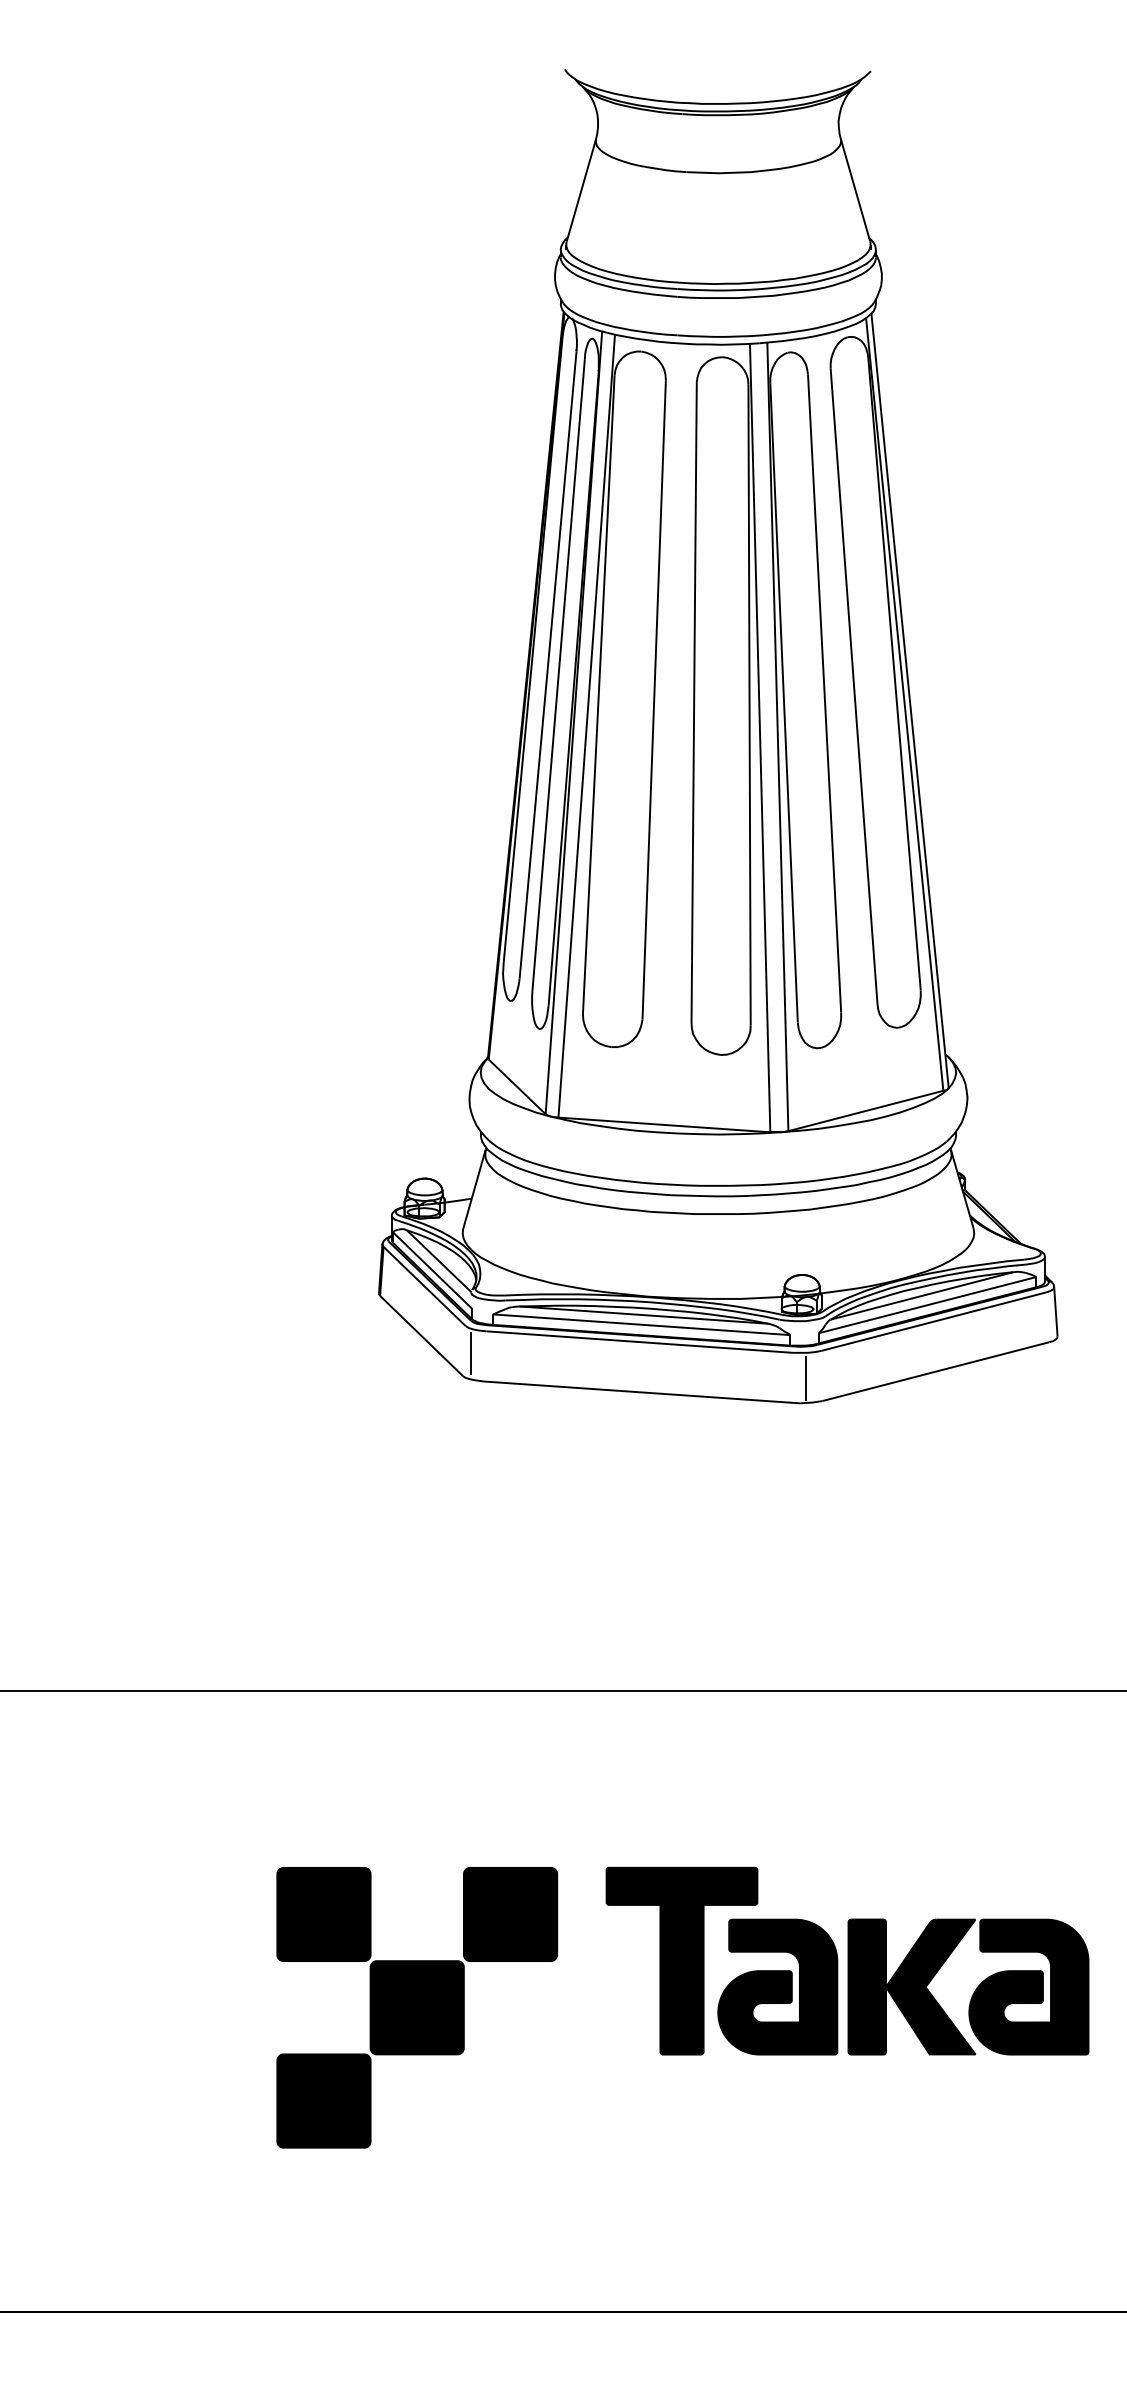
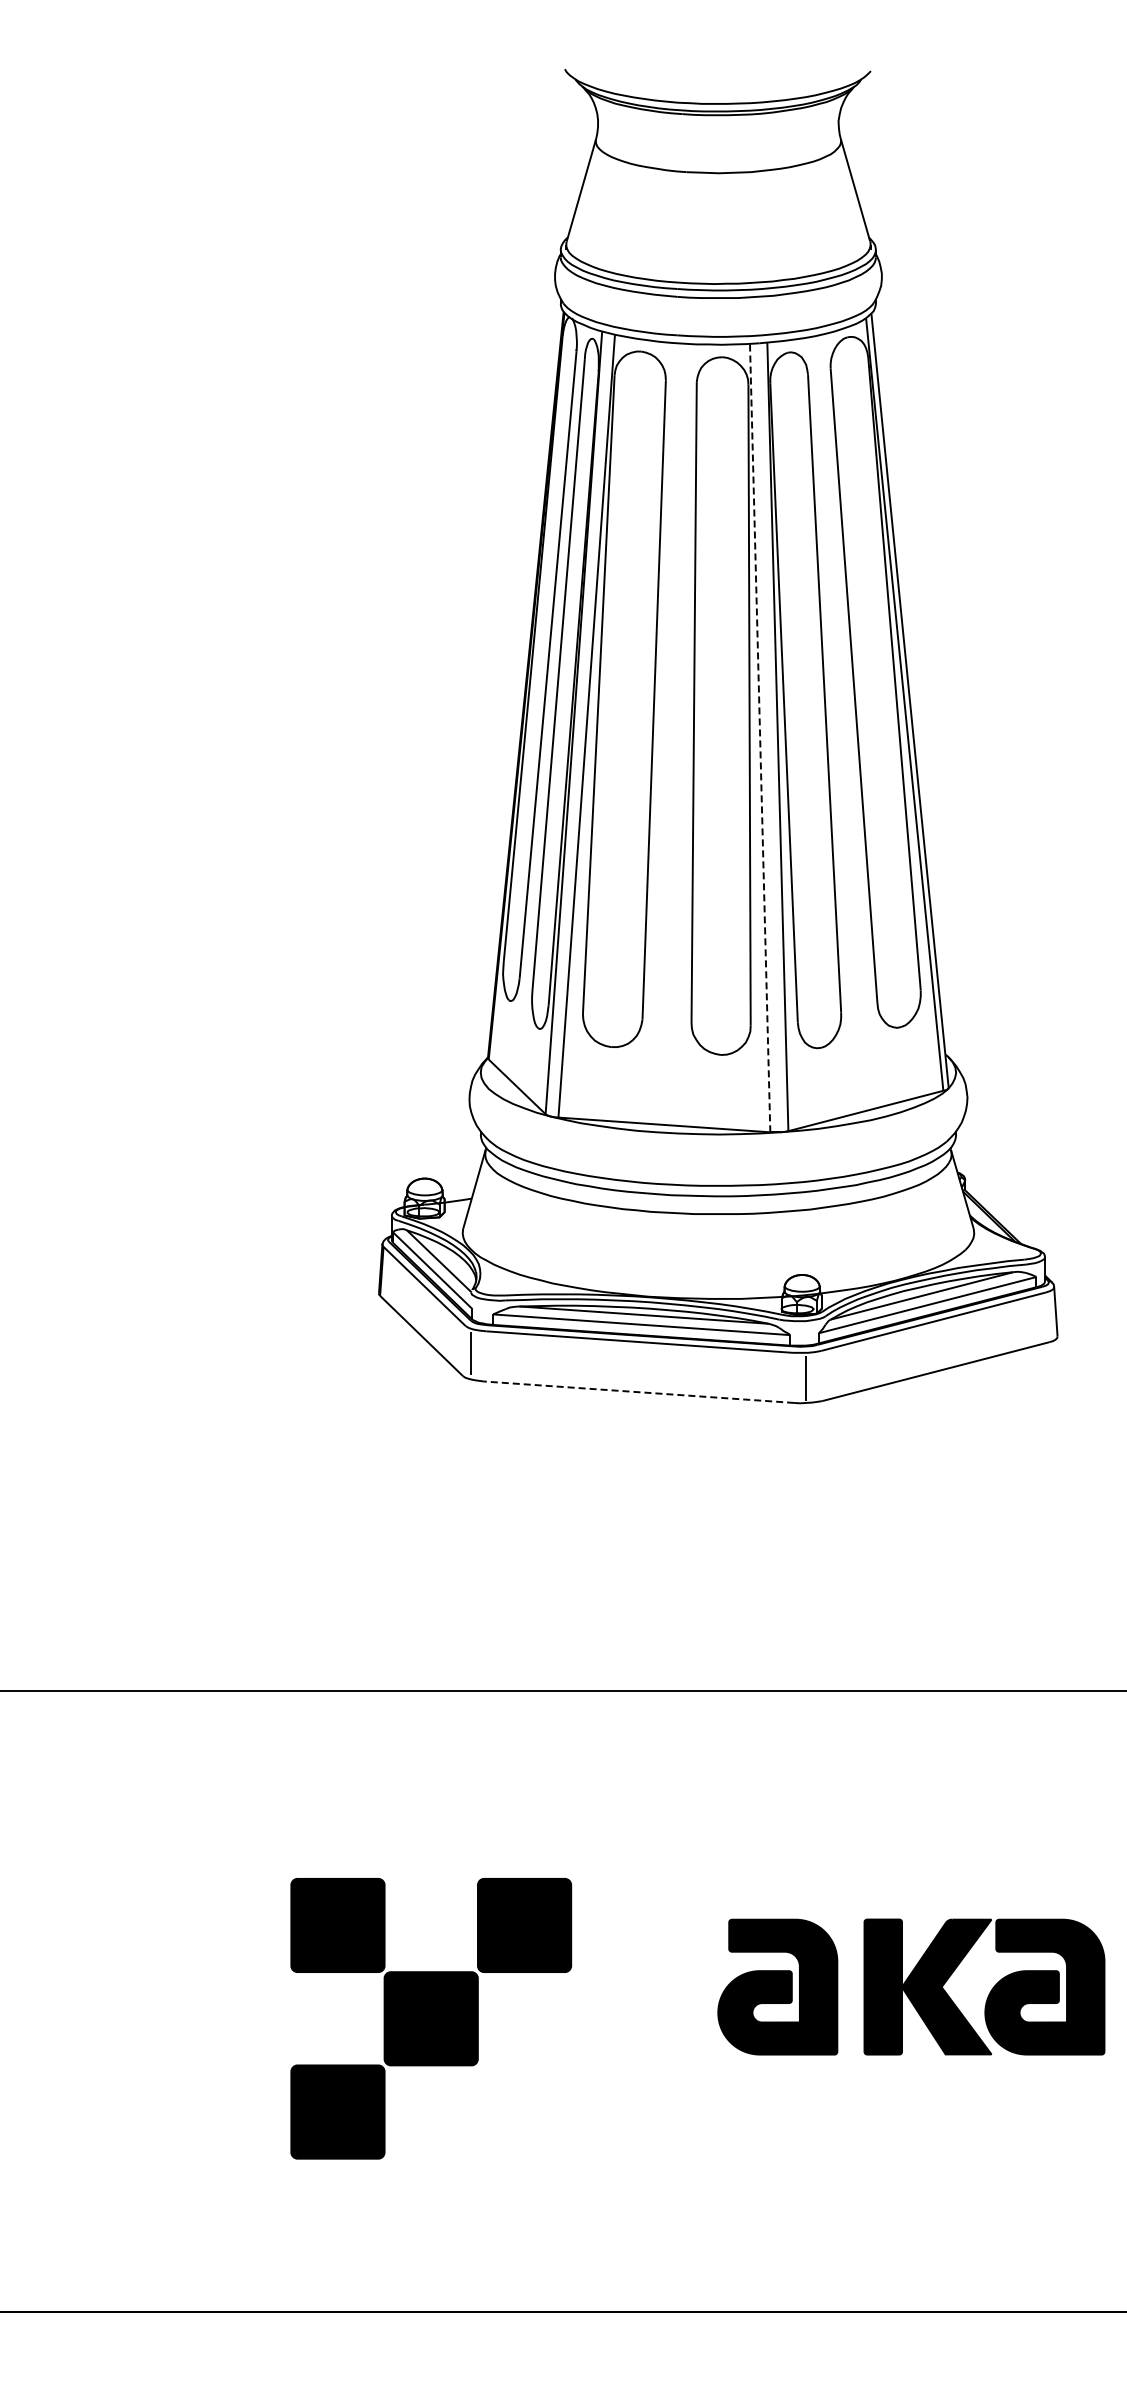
line at (760, 737): solid -> dashed
line at (638, 1392): solid -> dashed
part at (681, 1960): present -> none
part at (974, 1990) position: (974, 1990) -> (990, 1990)
part at (417, 2007) position: (417, 2007) -> (431, 2018)
